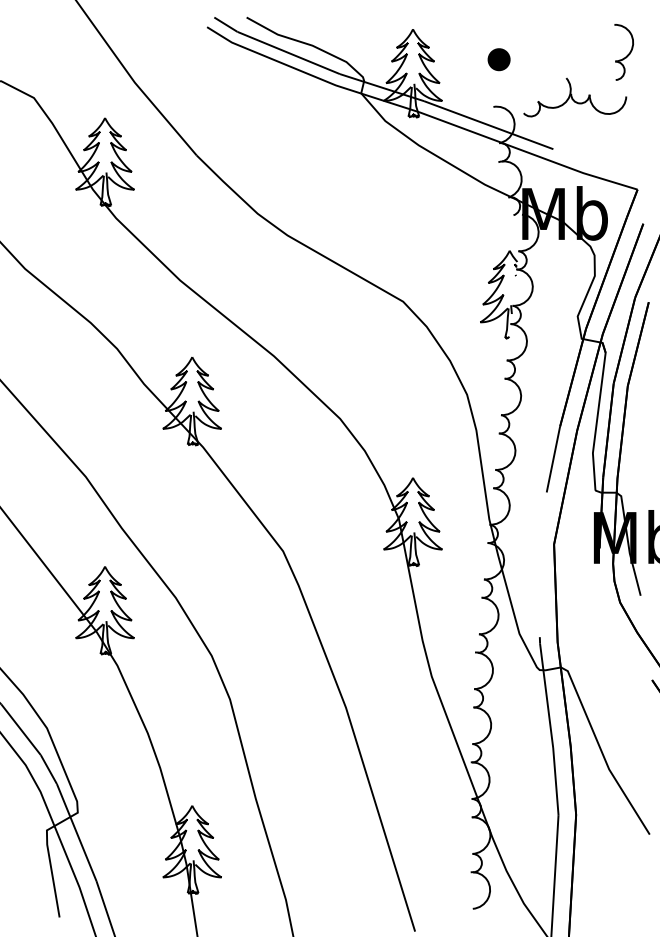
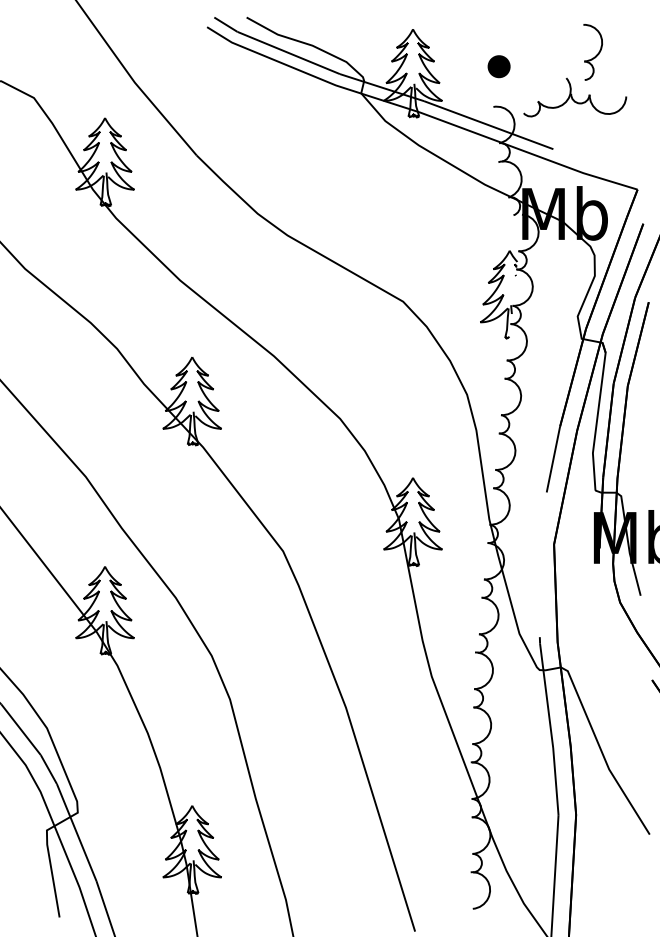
part at (623, 52) position: (623, 52) -> (592, 52)
part at (498, 59) position: (498, 59) -> (498, 66)
